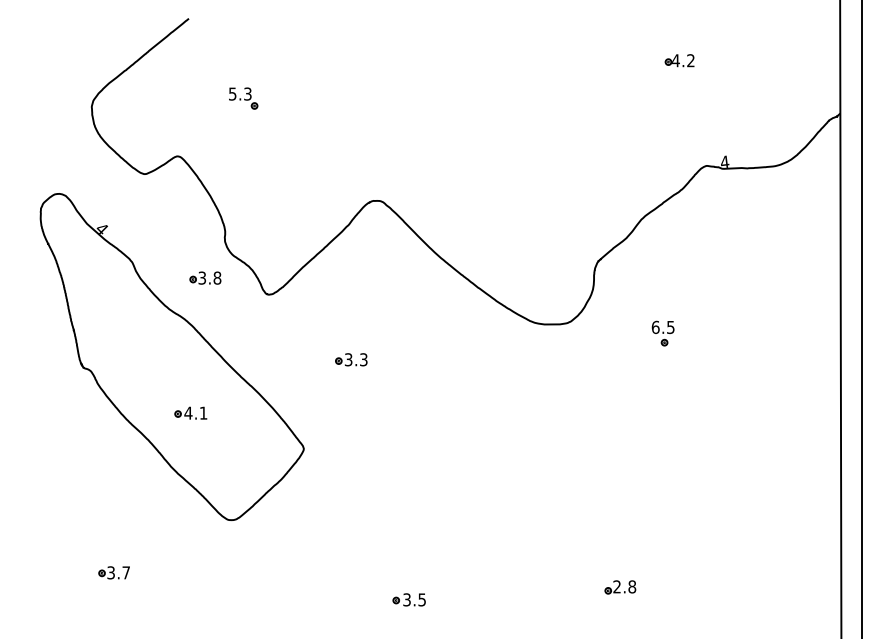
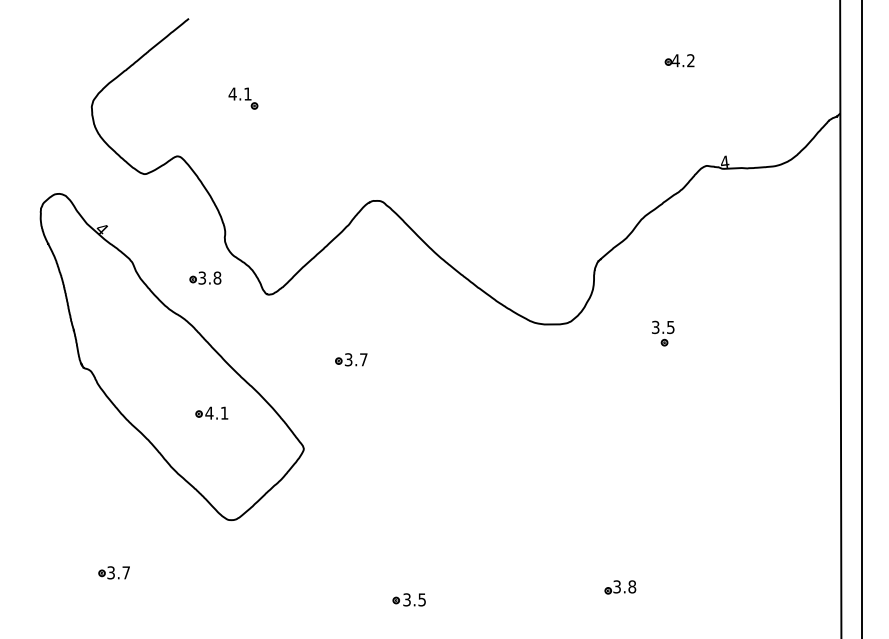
text at (239, 93): 5.3 -> 4.1
text at (655, 327): 6.5 -> 3.5
text at (363, 359): 3.3 -> 3.7
part at (190, 412) position: (190, 412) -> (211, 412)
text at (616, 587): 2.8 -> 3.8
